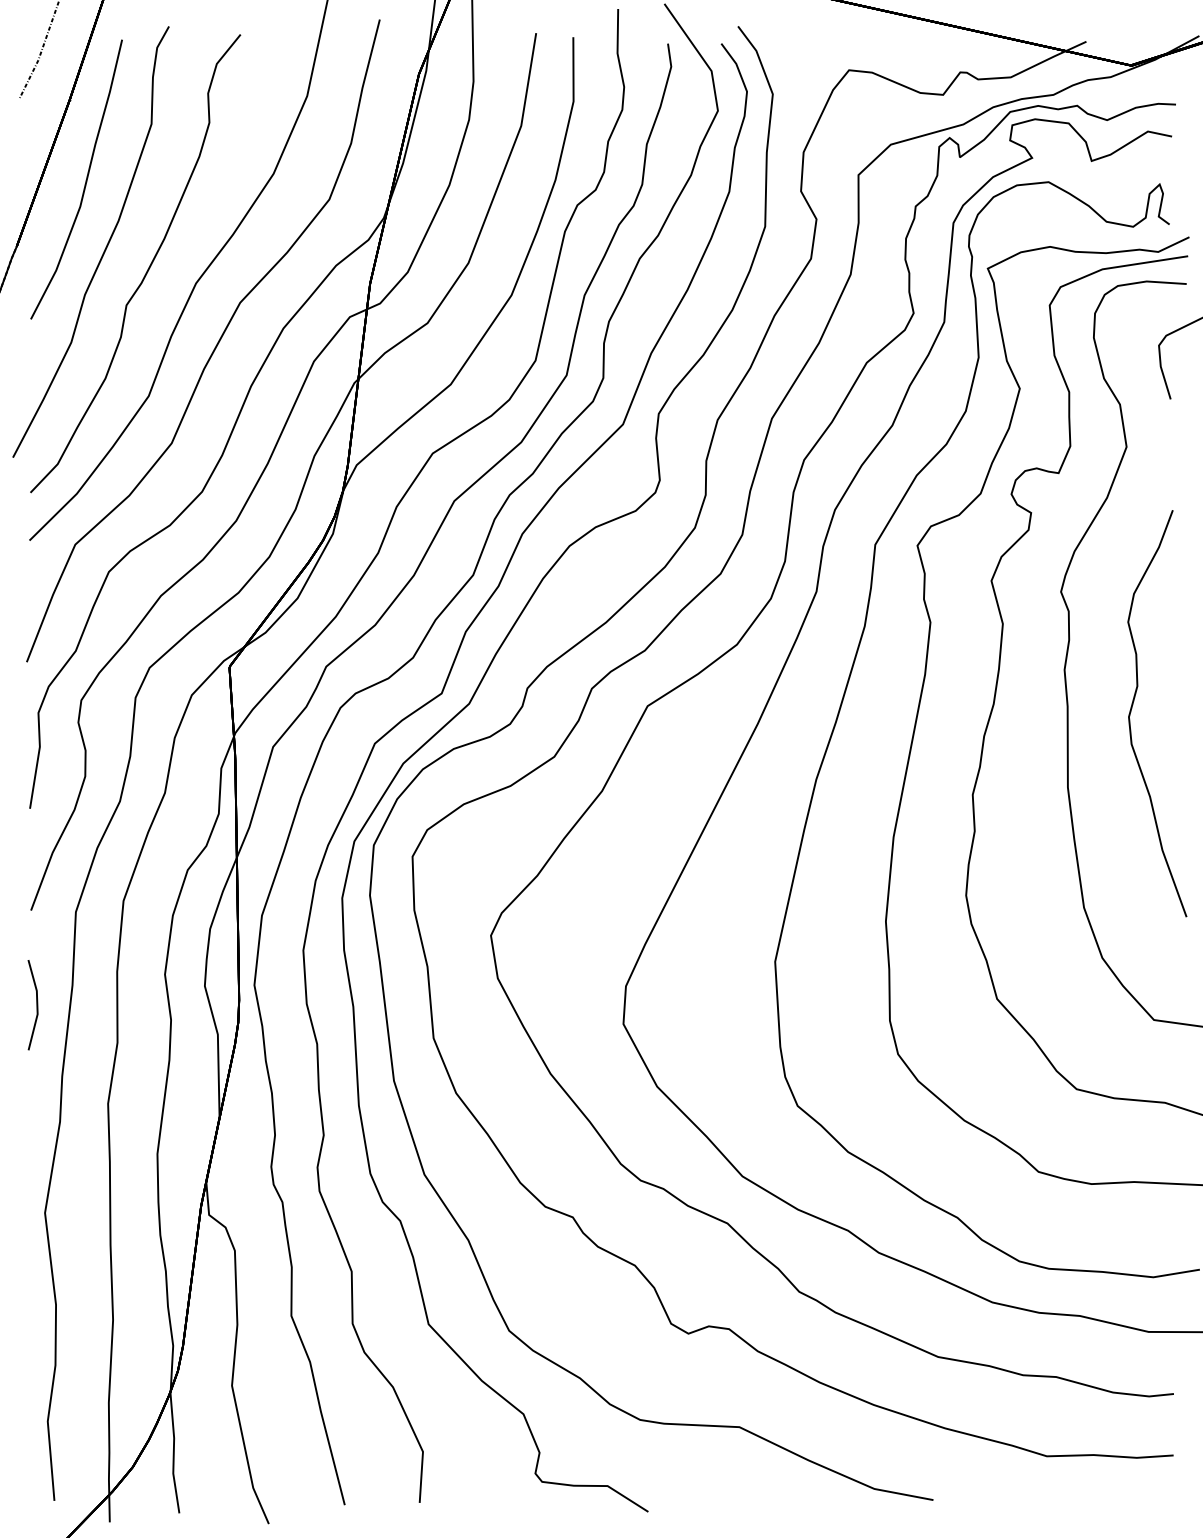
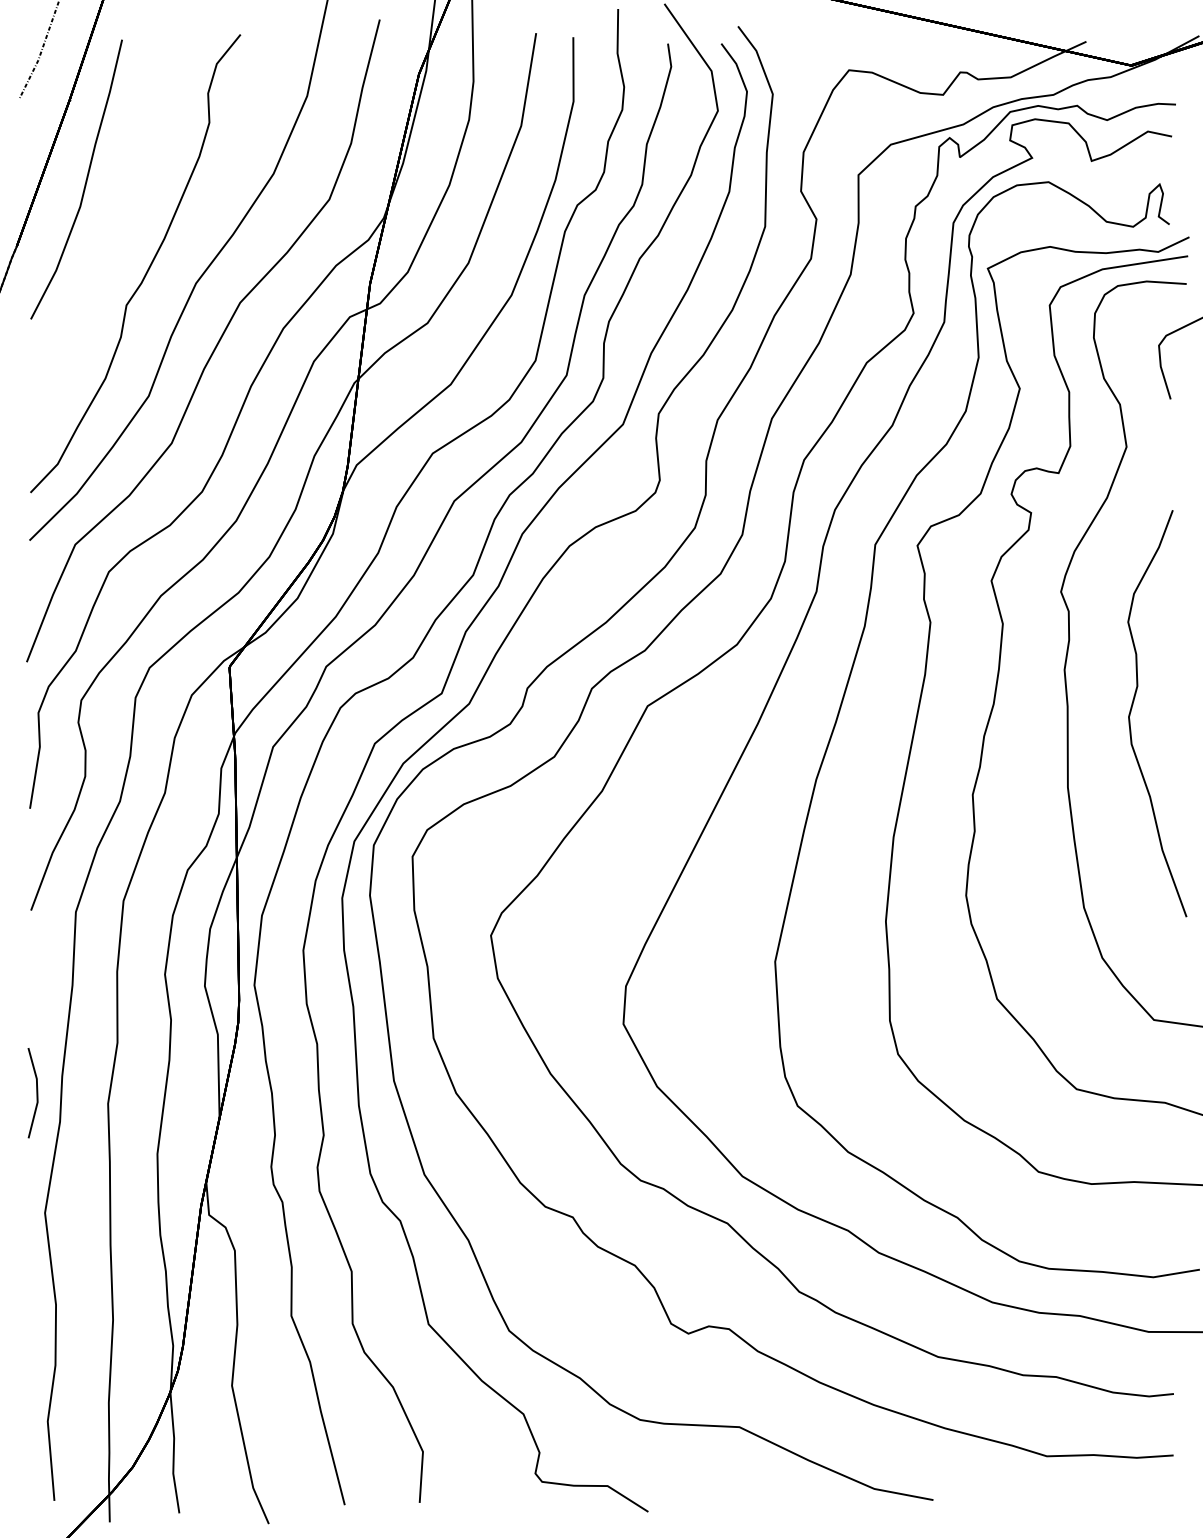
curve at (104, 249): present -> none
line at (36, 1005) position: (36, 1005) -> (36, 1093)
